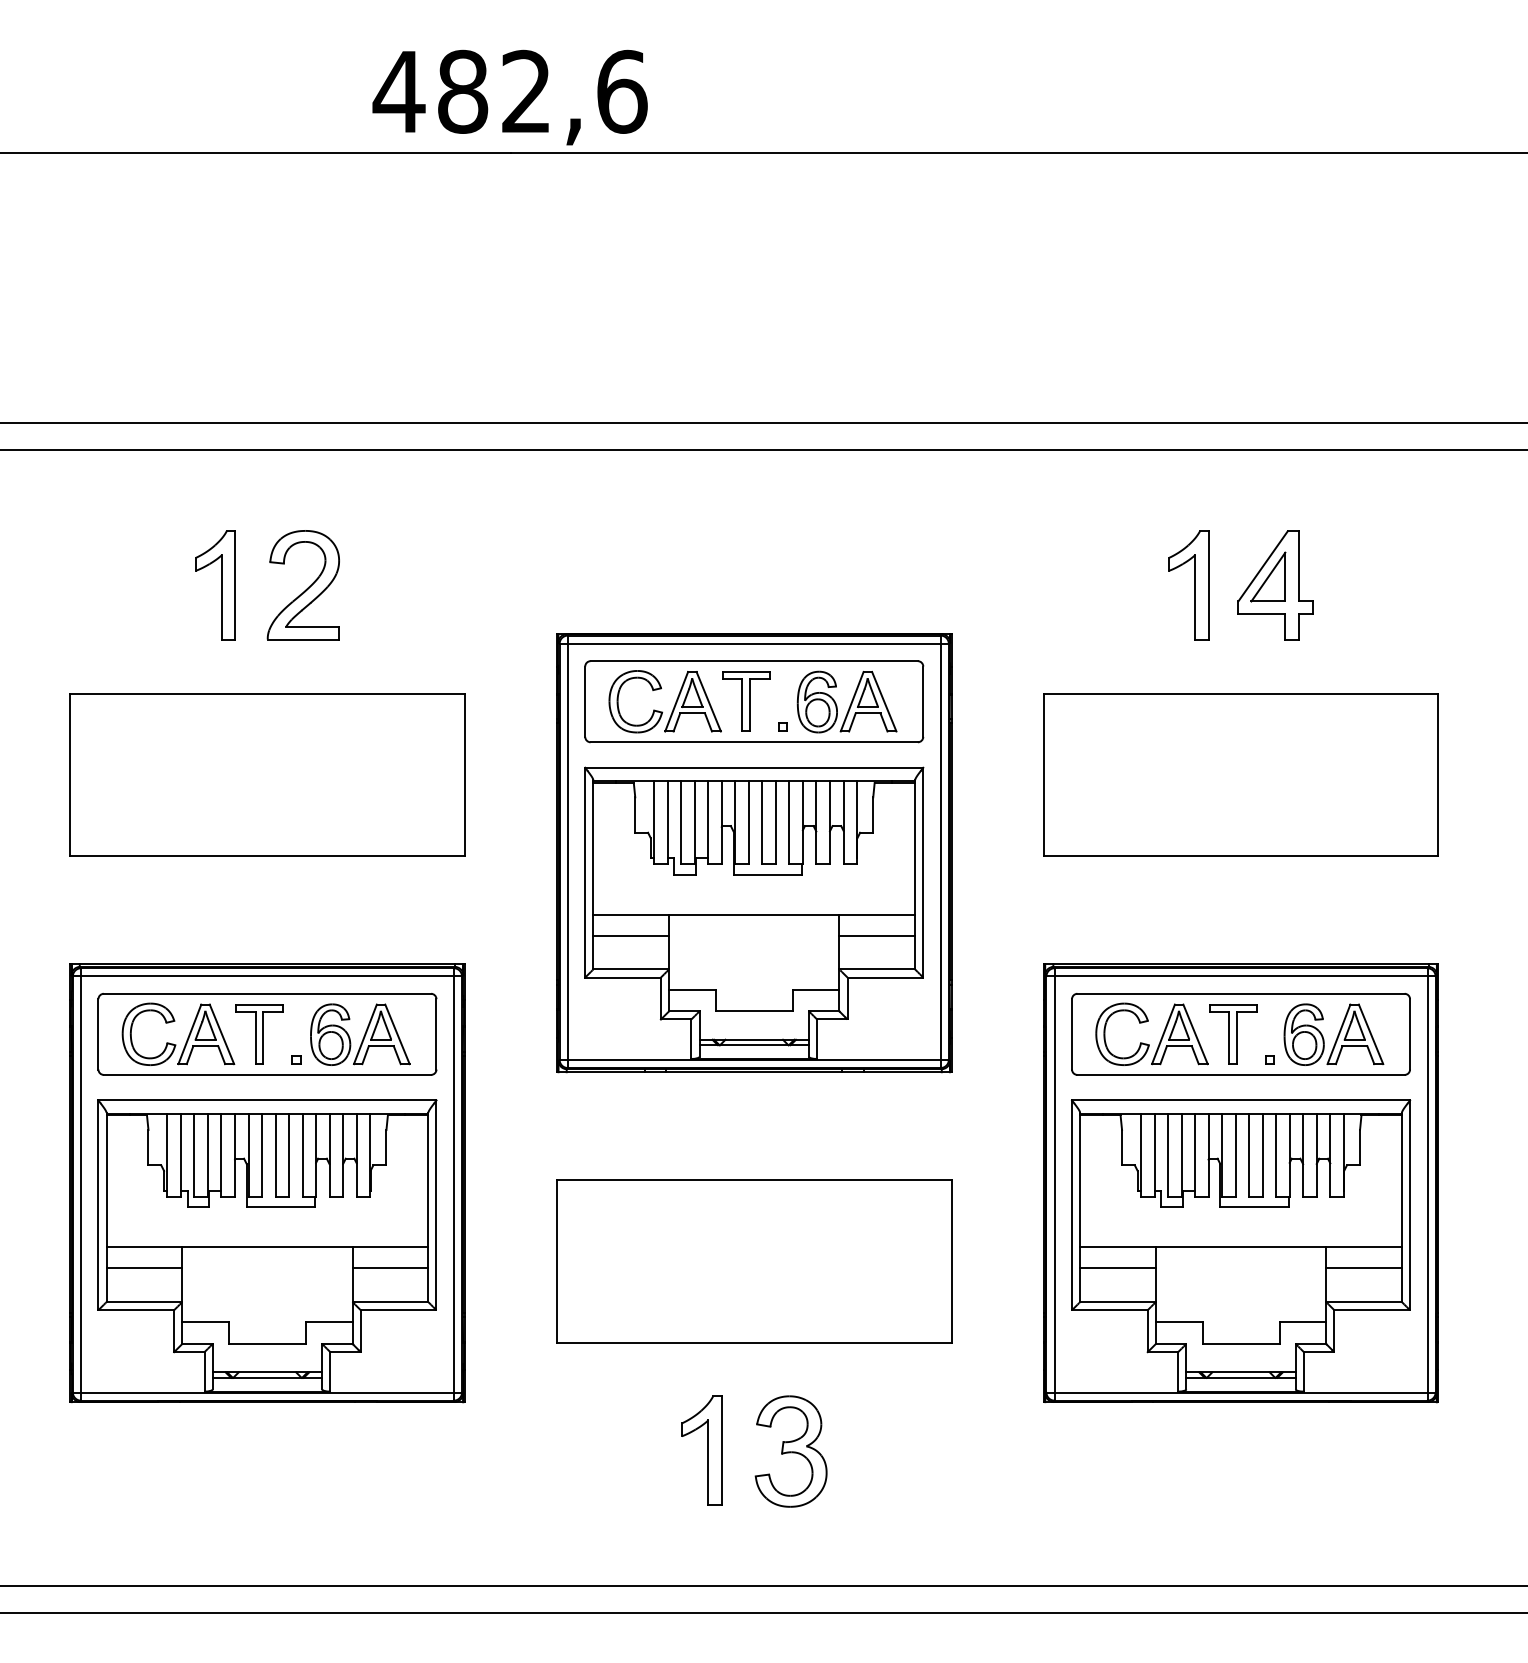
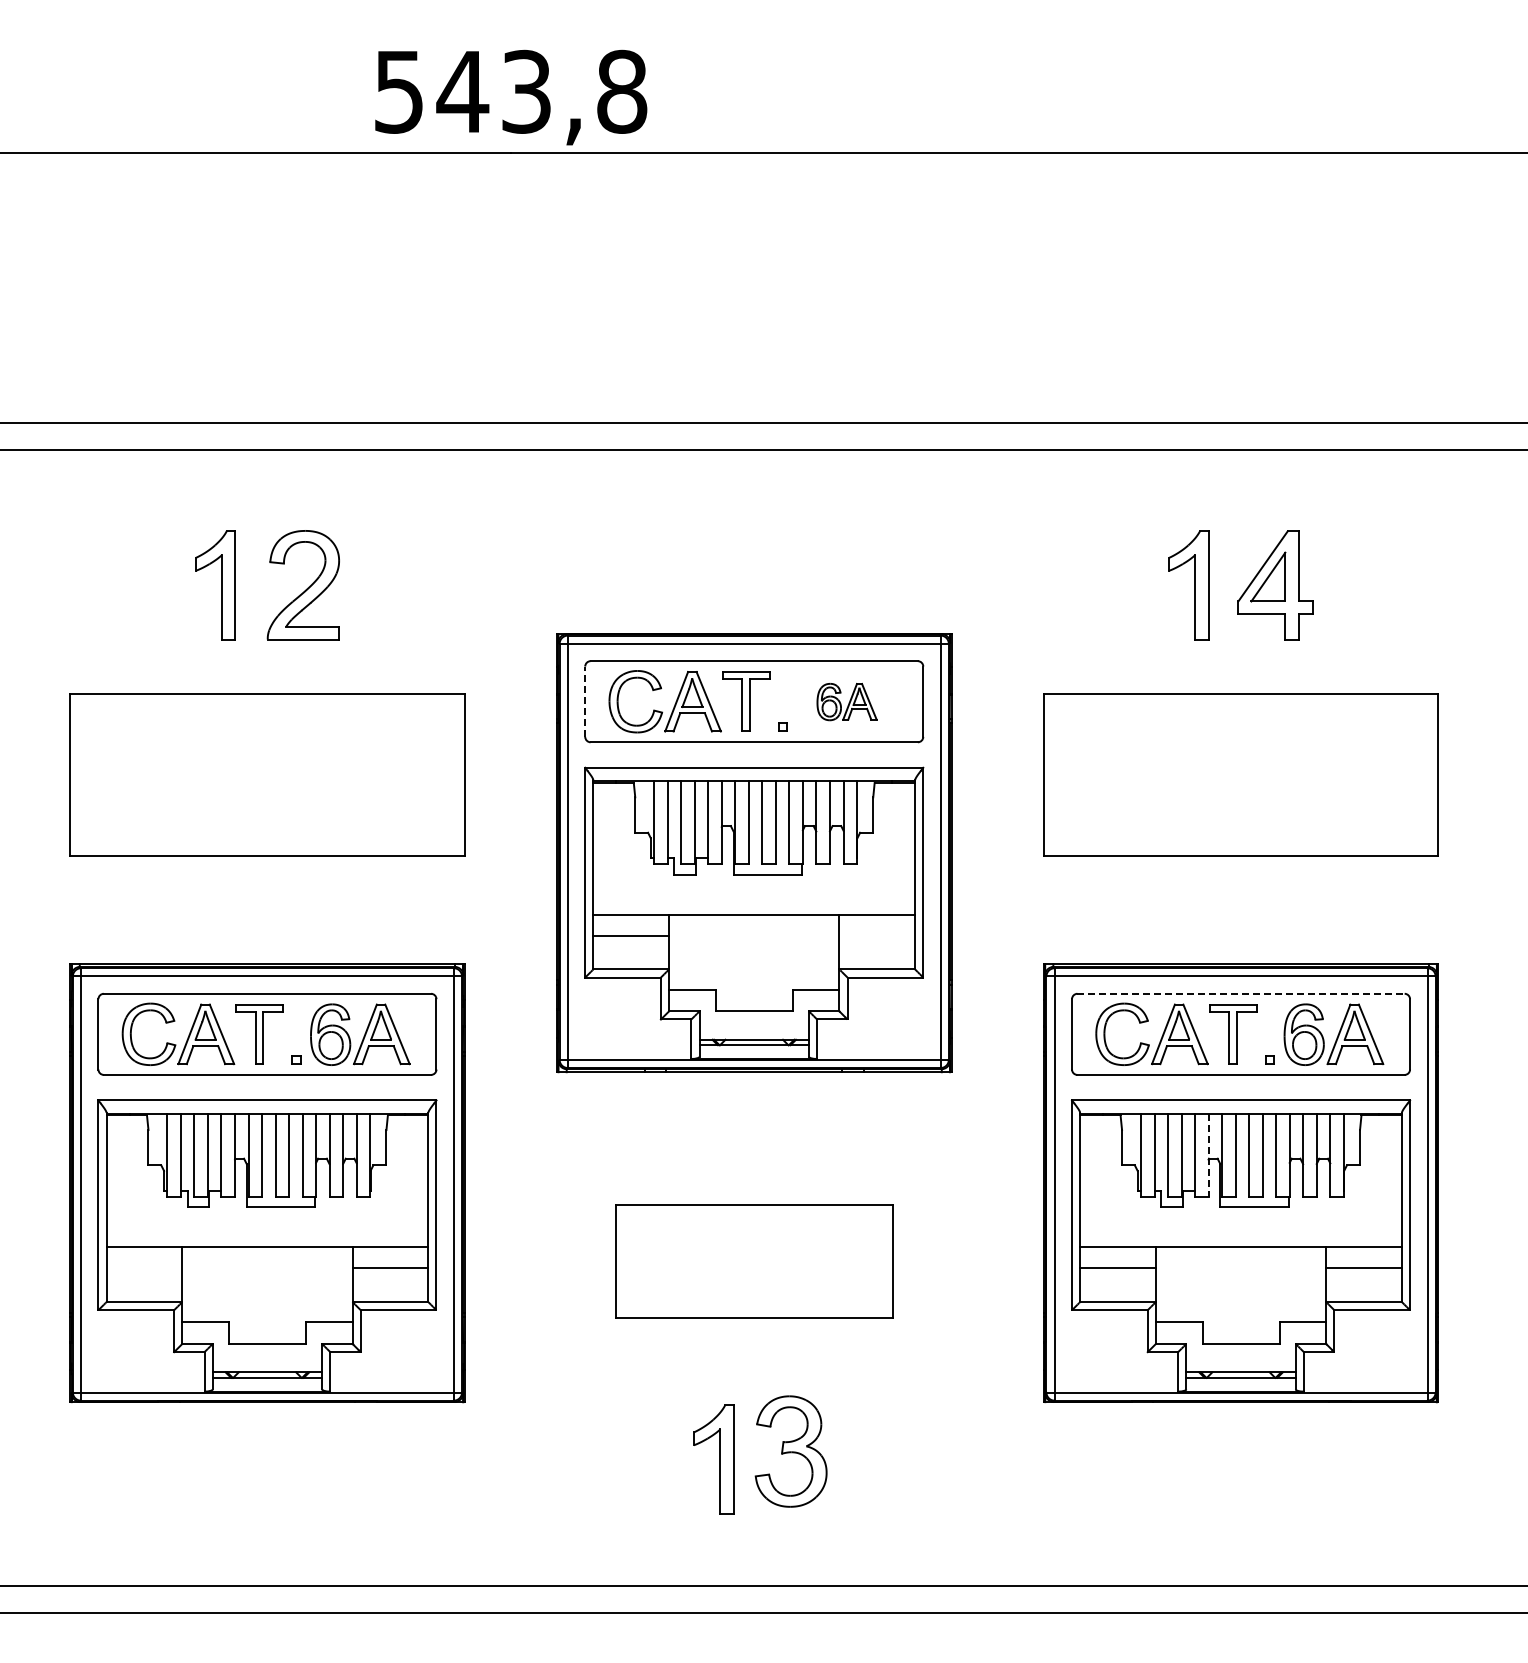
text at (509, 91): 482,6 -> 543,8
line at (585, 701): solid -> dashed
part at (846, 701) size: 102x64 px -> 62x39 px
line at (877, 935): present -> none
line at (1241, 993): solid -> dashed
line at (1208, 1155): solid -> dashed
part at (754, 1261) size: 397x165 px -> 279x115 px
line at (144, 1268): present -> none
part at (701, 1450) position: (701, 1450) -> (713, 1459)
